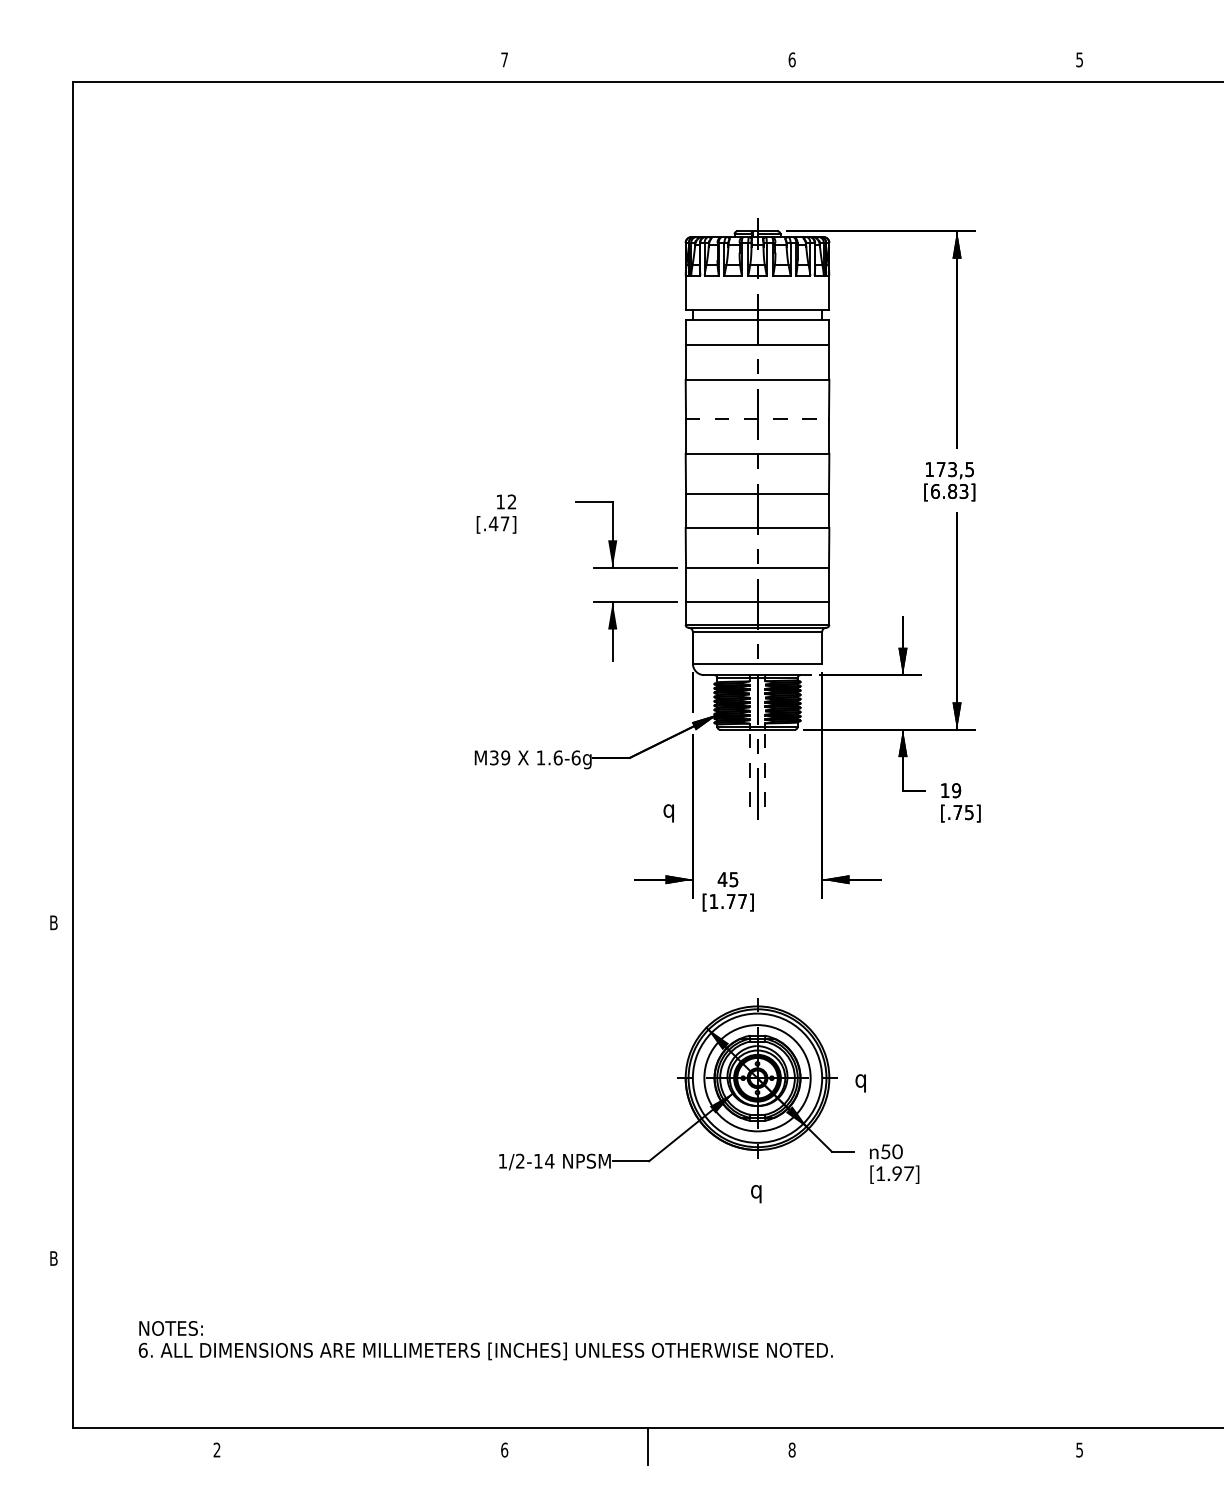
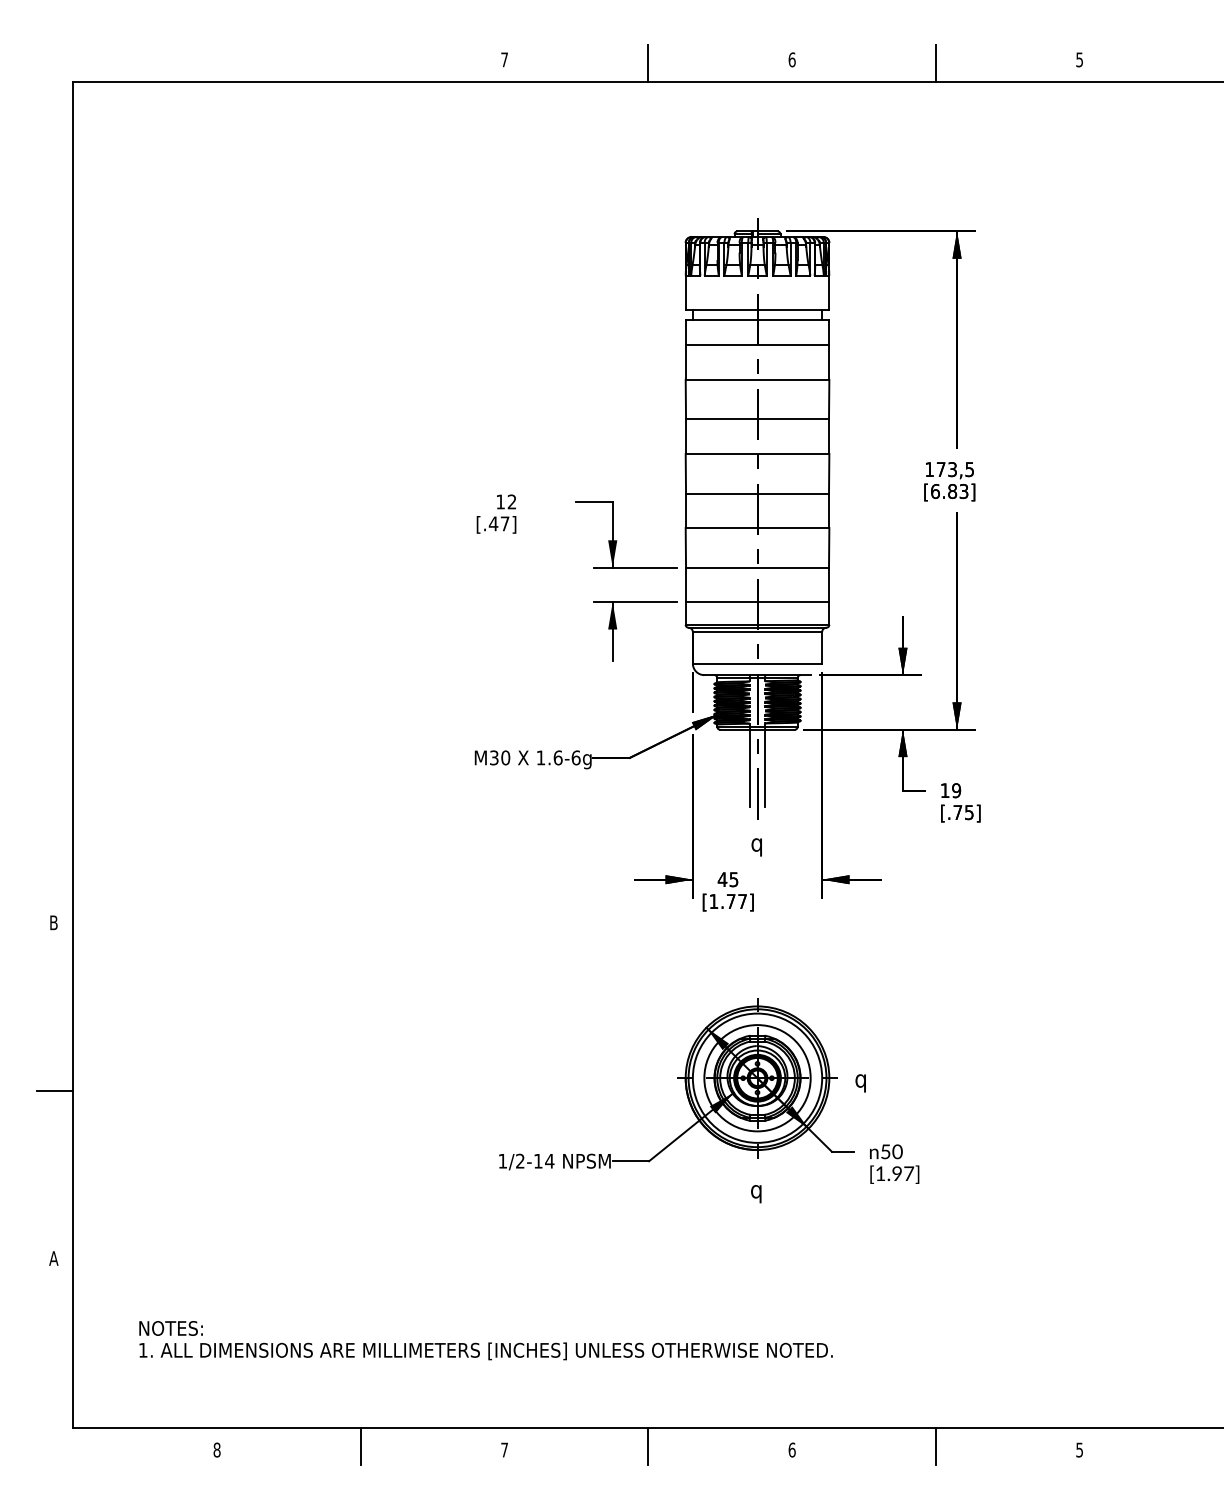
line at (648, 63): none -> present
line at (935, 63): none -> present
line at (757, 419): dashed -> solid
text at (505, 757): M39 -> M30
line at (749, 767): dashed -> solid
line at (765, 767): dashed -> solid
text at (668, 813) position: (668, 813) -> (756, 847)
line at (54, 1090): none -> present
text at (53, 1258): B -> A
text at (142, 1349): 6. -> 1.
line at (360, 1446): none -> present
line at (935, 1446): none -> present
text at (216, 1449): 2 -> 8
text at (504, 1449): 6 -> 7
text at (791, 1449): 8 -> 6
